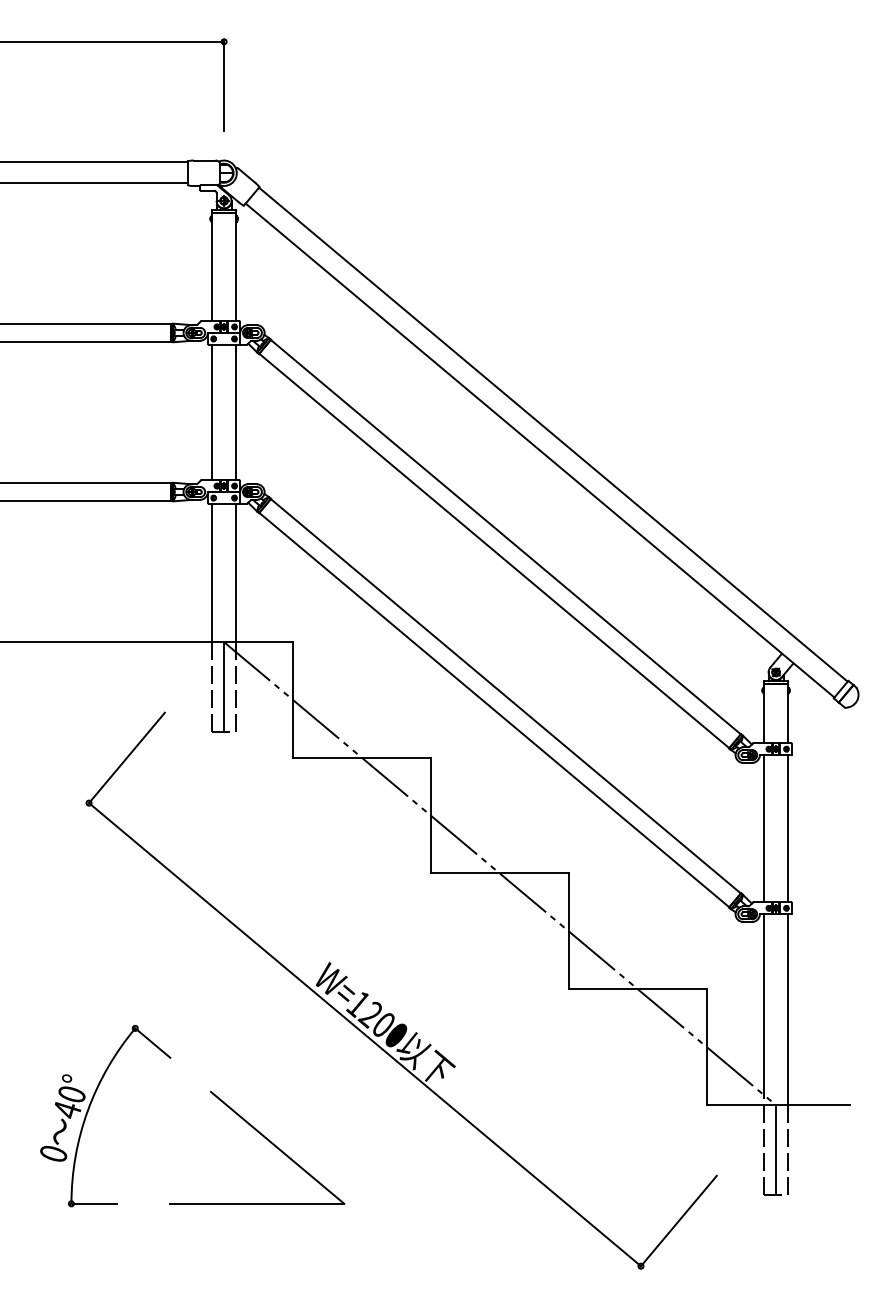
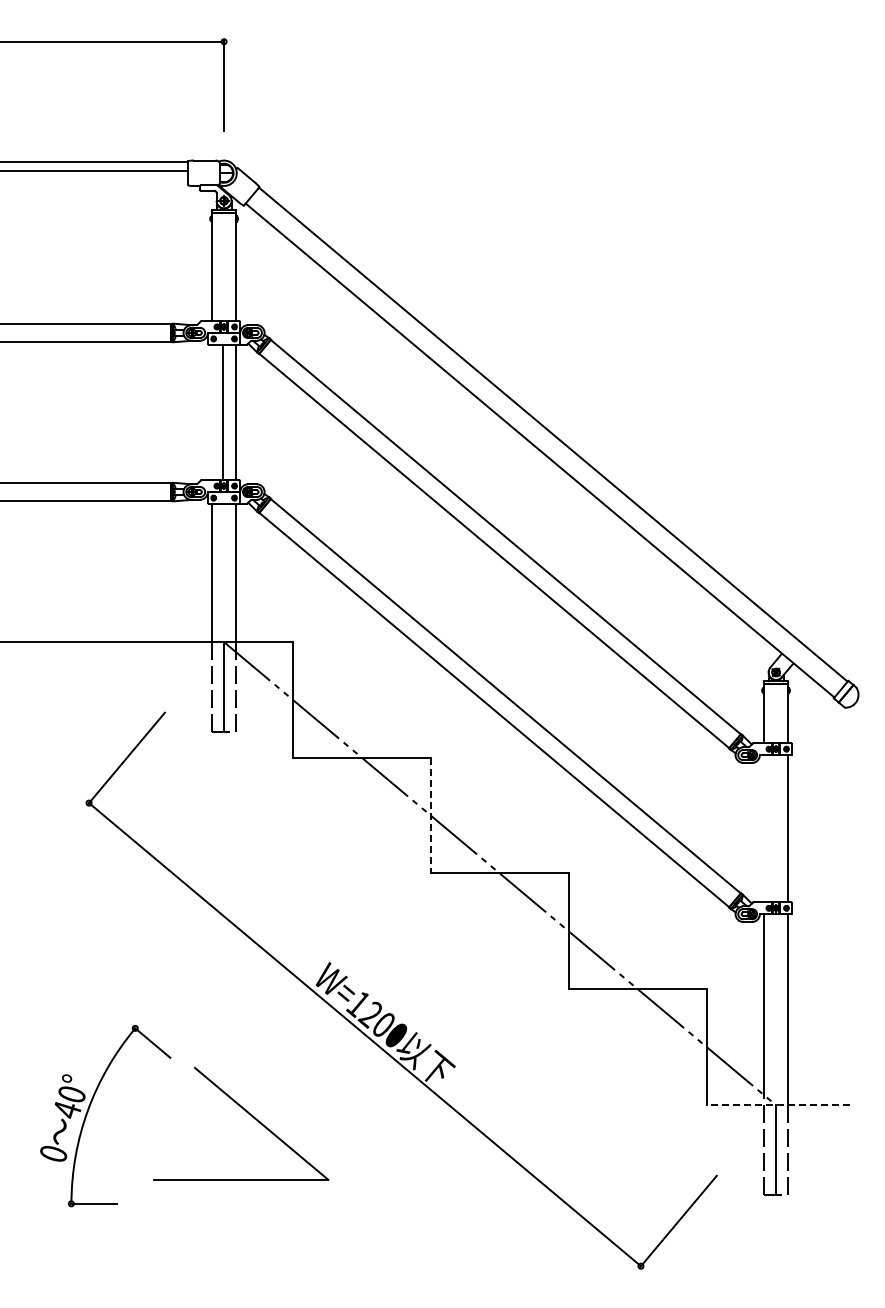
line at (95, 182) position: (95, 182) -> (95, 170)
line at (211, 412) position: (211, 412) -> (222, 412)
line at (430, 815): solid -> dashed
line at (763, 828): present -> none
line at (778, 1105): solid -> dashed
part at (264, 1138) position: (264, 1138) -> (248, 1114)
